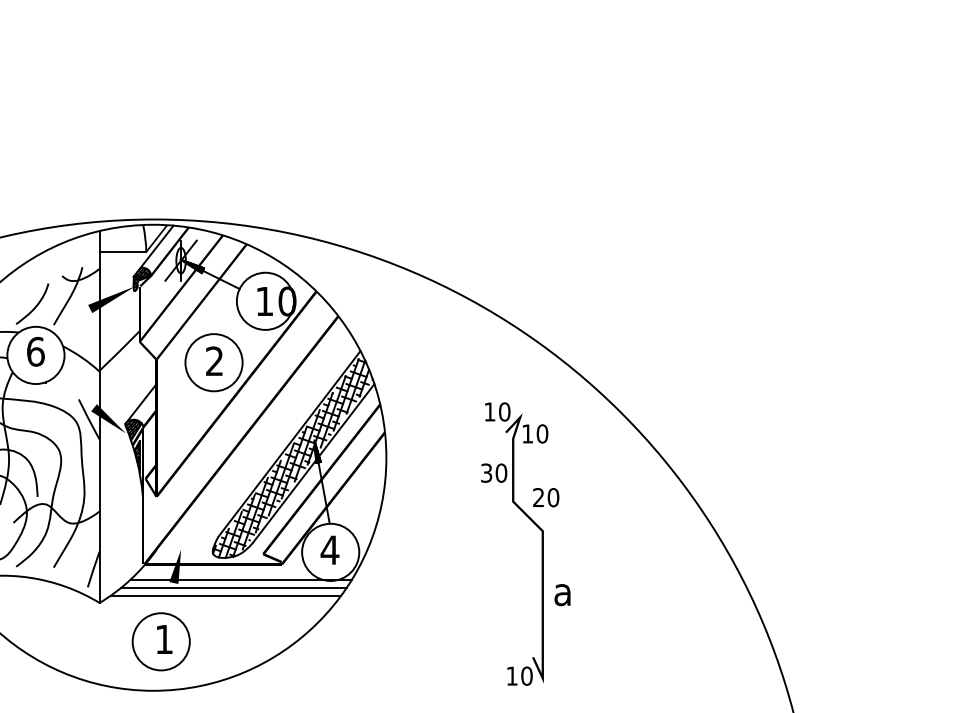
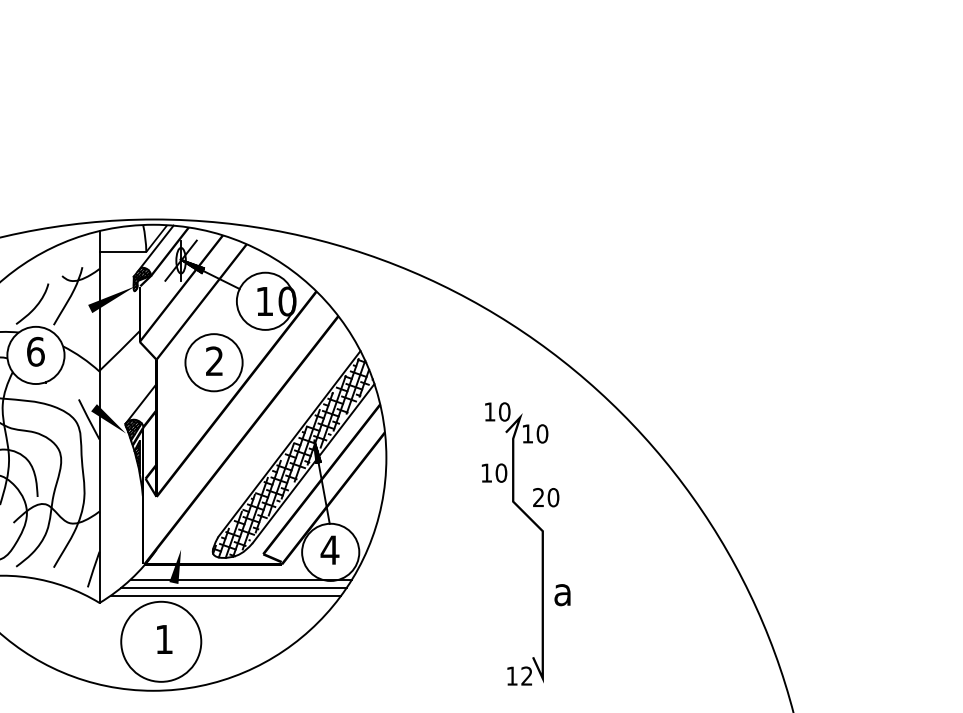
text at (486, 472): 30 -> 10
circle at (160, 641) diameter: 57 px -> 80 px
text at (526, 675): 10 -> 12
